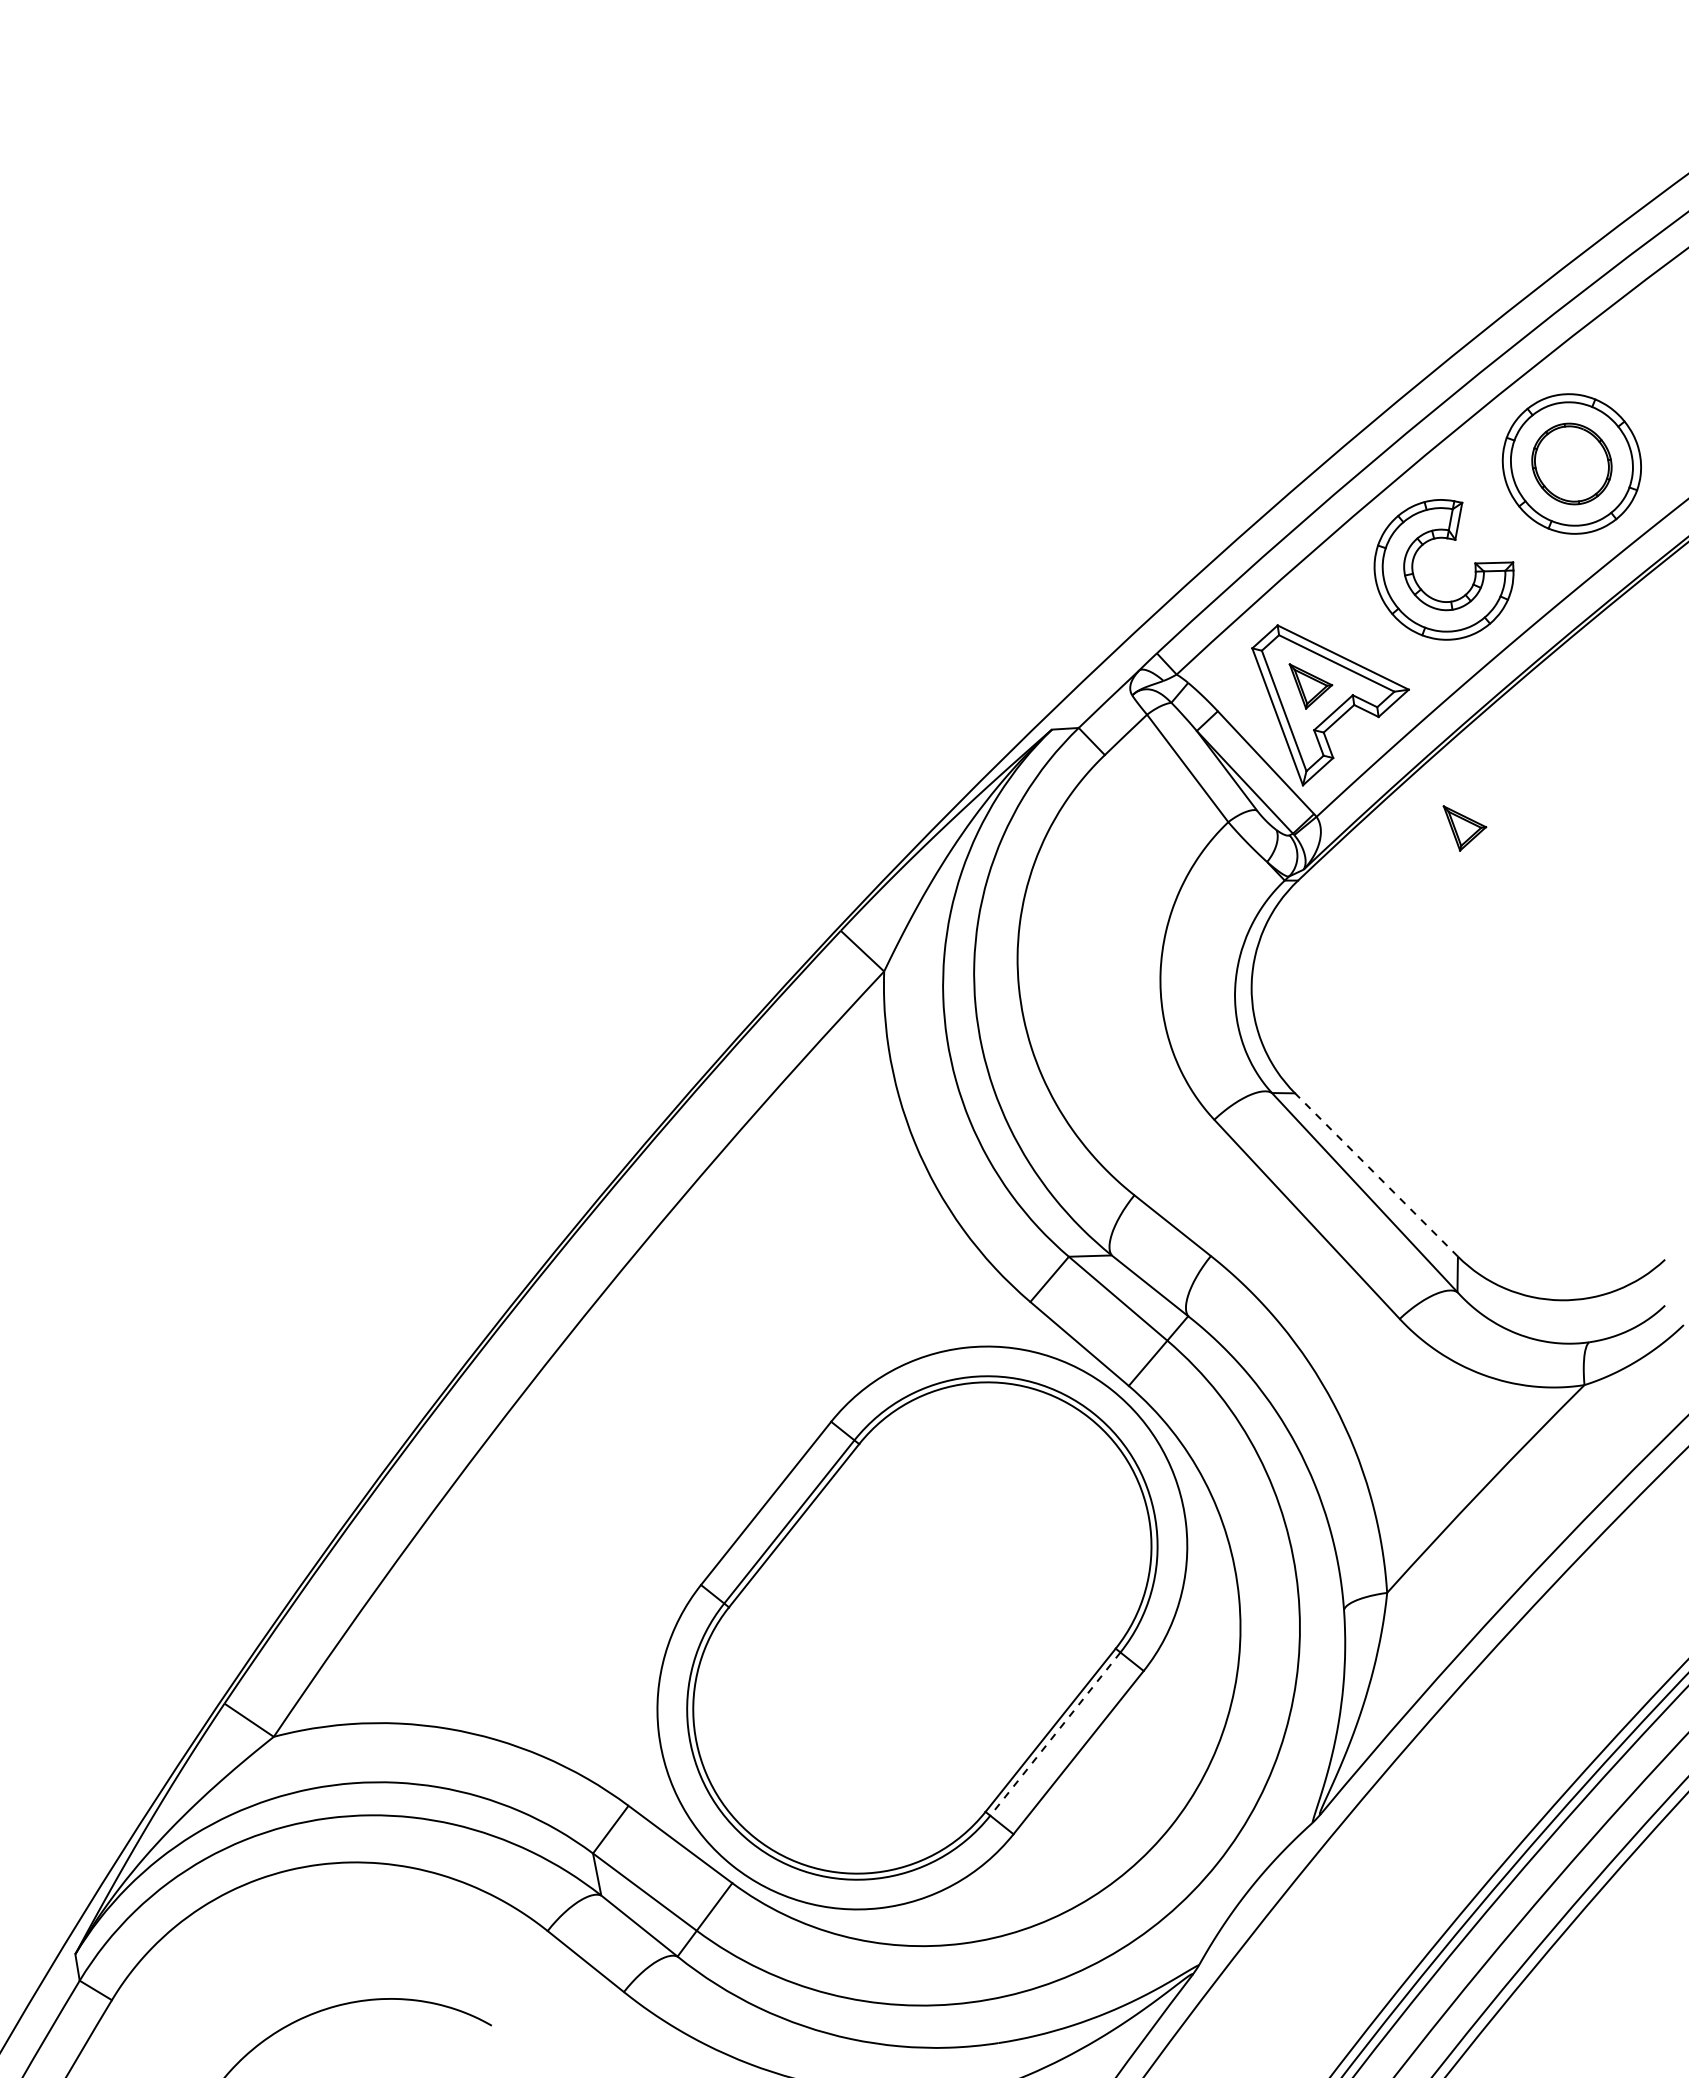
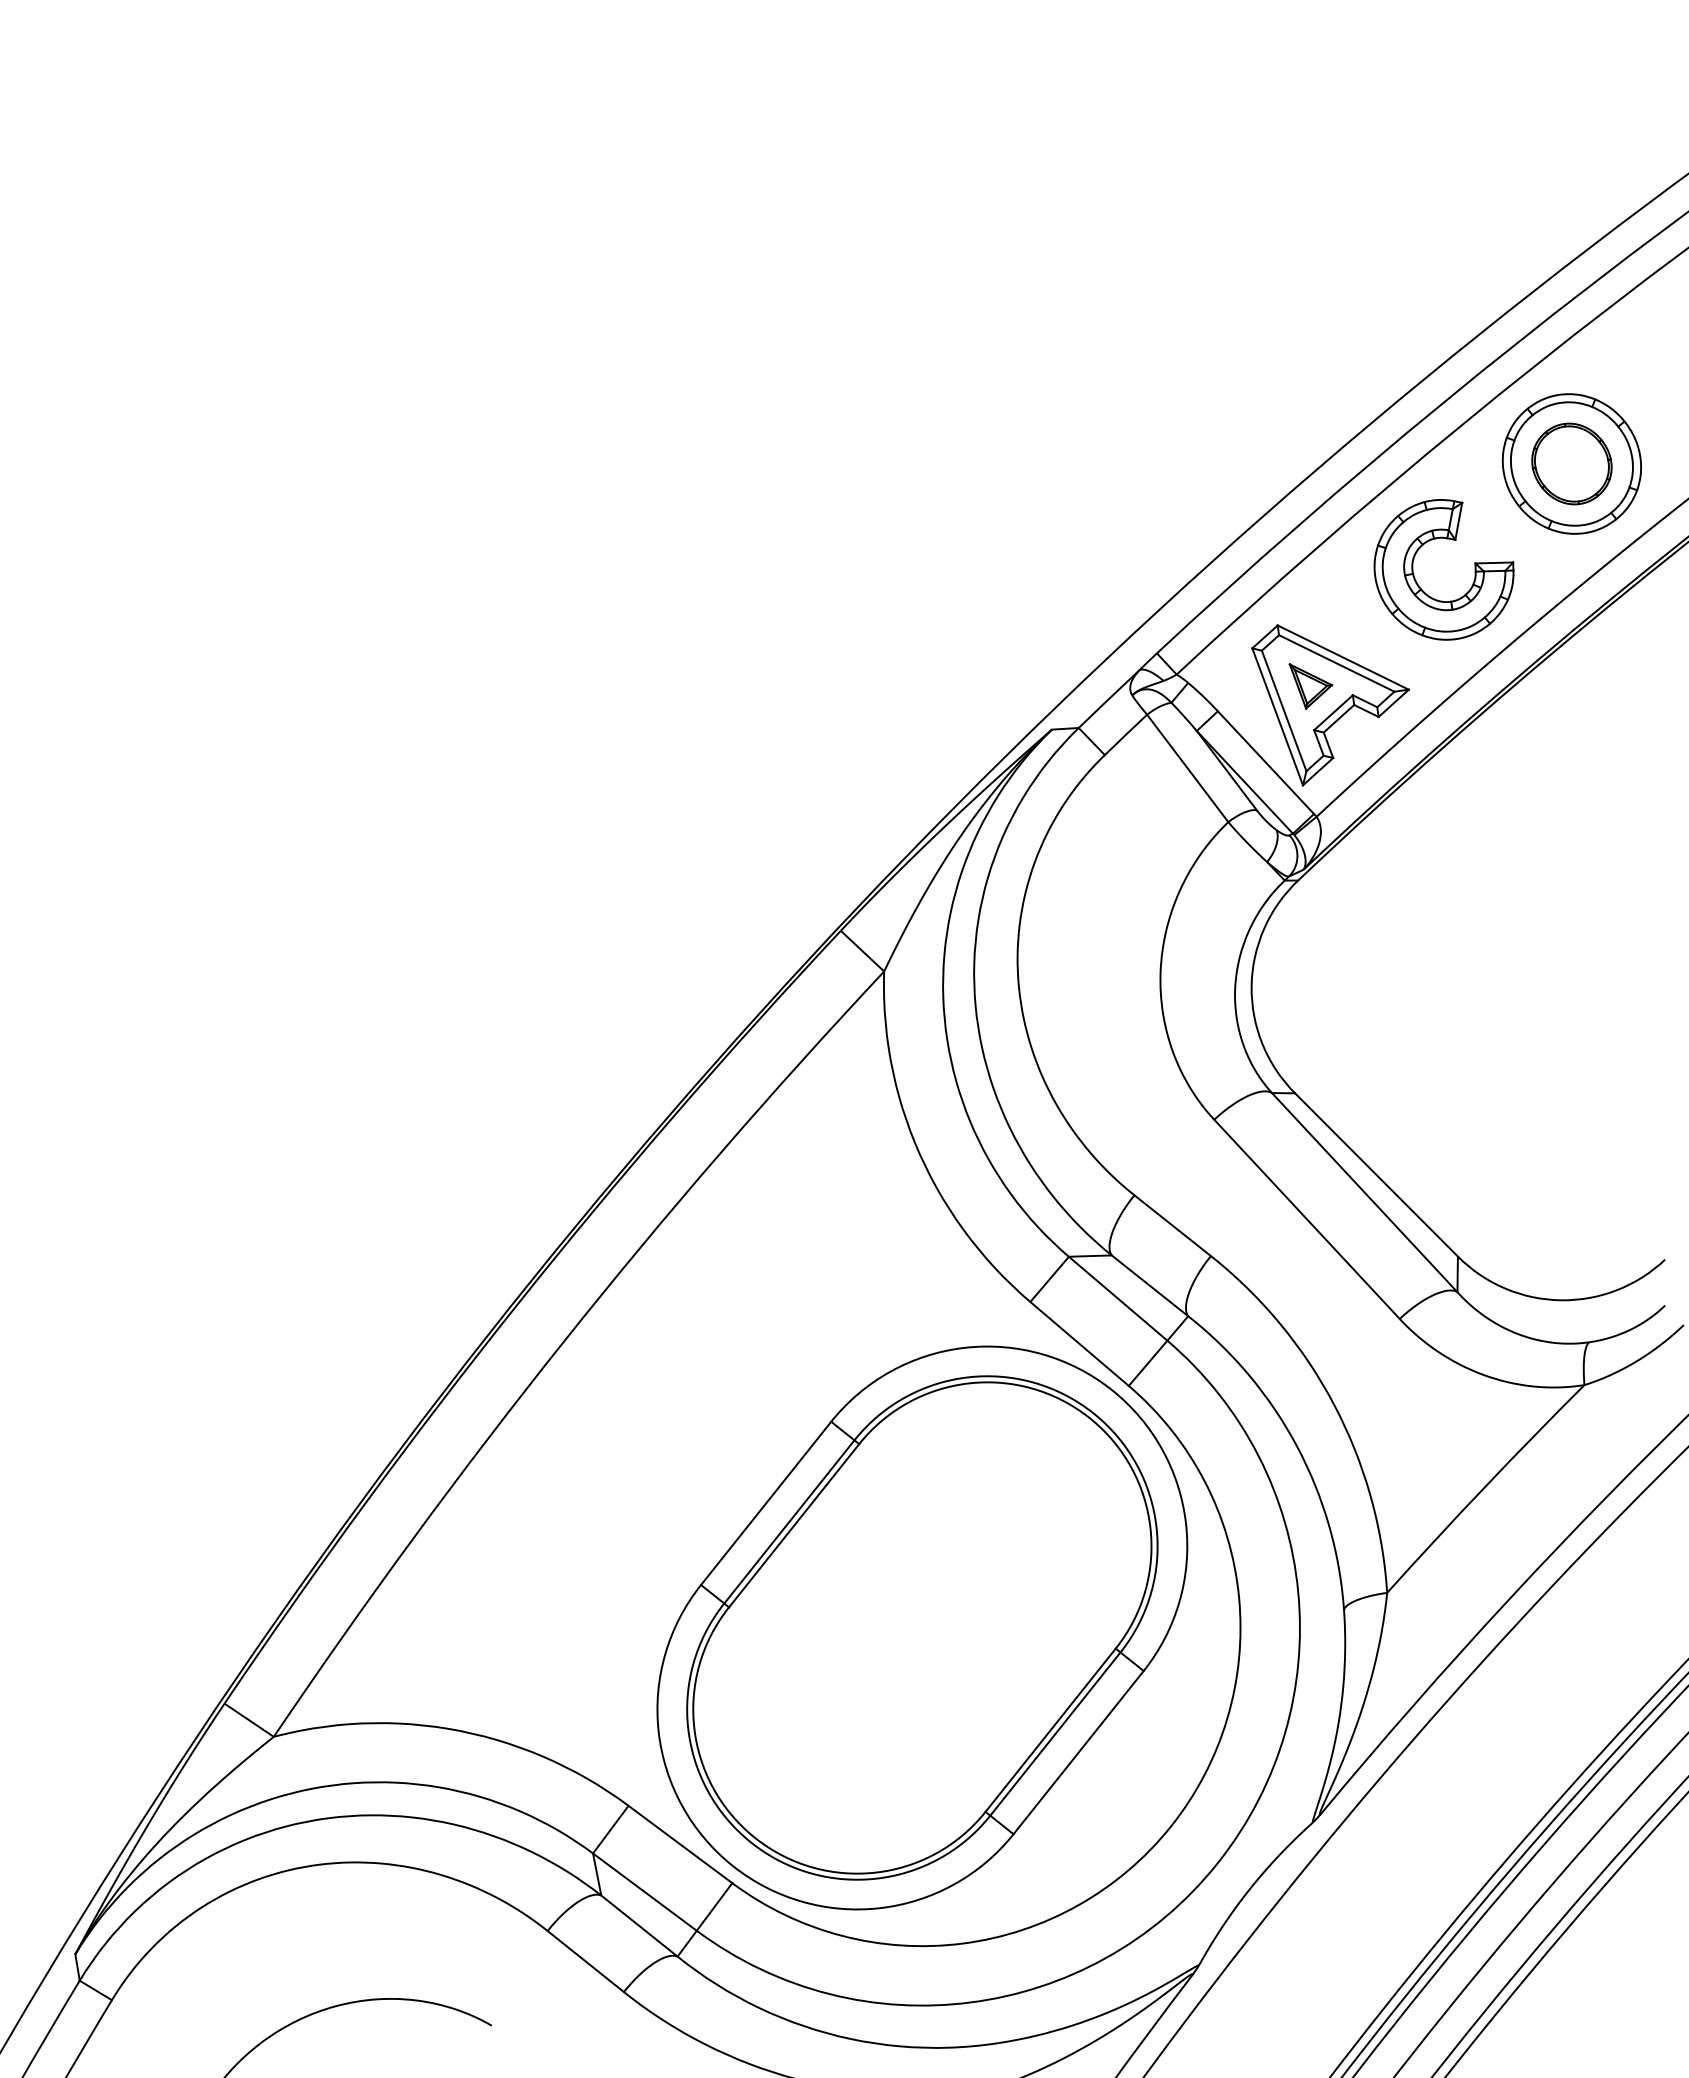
part at (1464, 828): present -> none
line at (1376, 1174): dashed -> solid
line at (1055, 1734): dashed -> solid
